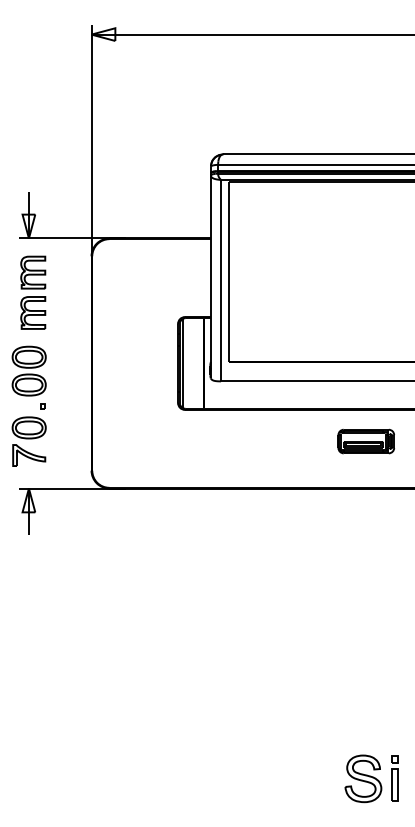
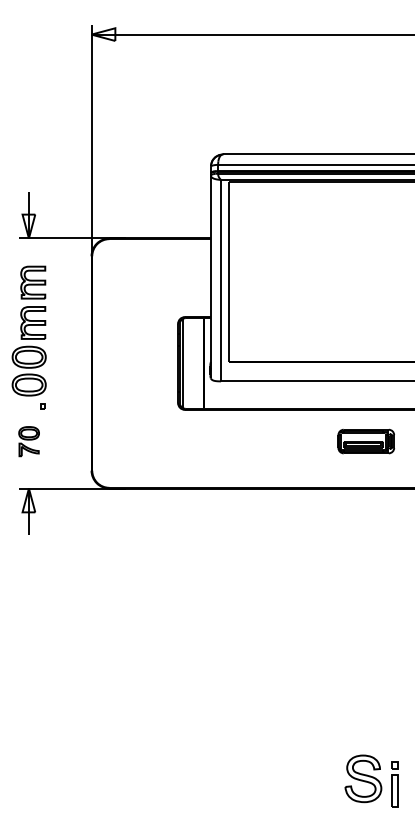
part at (33, 292) position: (33, 292) -> (33, 302)
part at (28, 441) size: 36x51 px -> 22x32 px
part at (394, 778) position: (394, 778) -> (394, 784)
